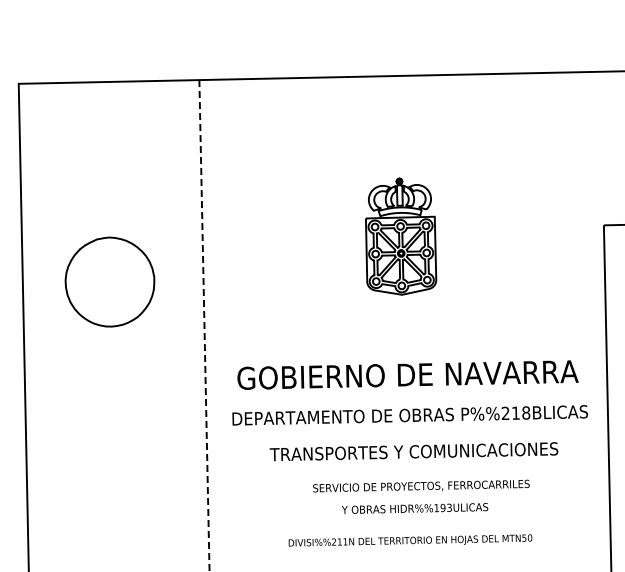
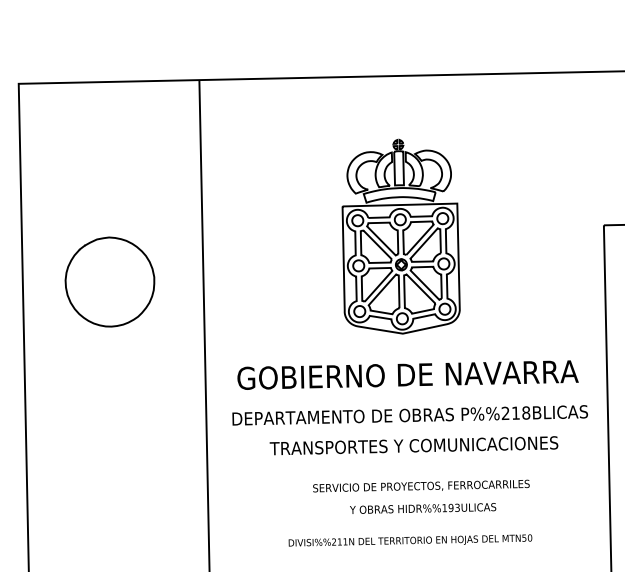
part at (401, 236) size: 73x119 px -> 120x197 px
line at (204, 325): dashed -> solid
text at (413, 451) position: (413, 451) -> (413, 445)
text at (415, 508) position: (415, 508) -> (423, 508)
